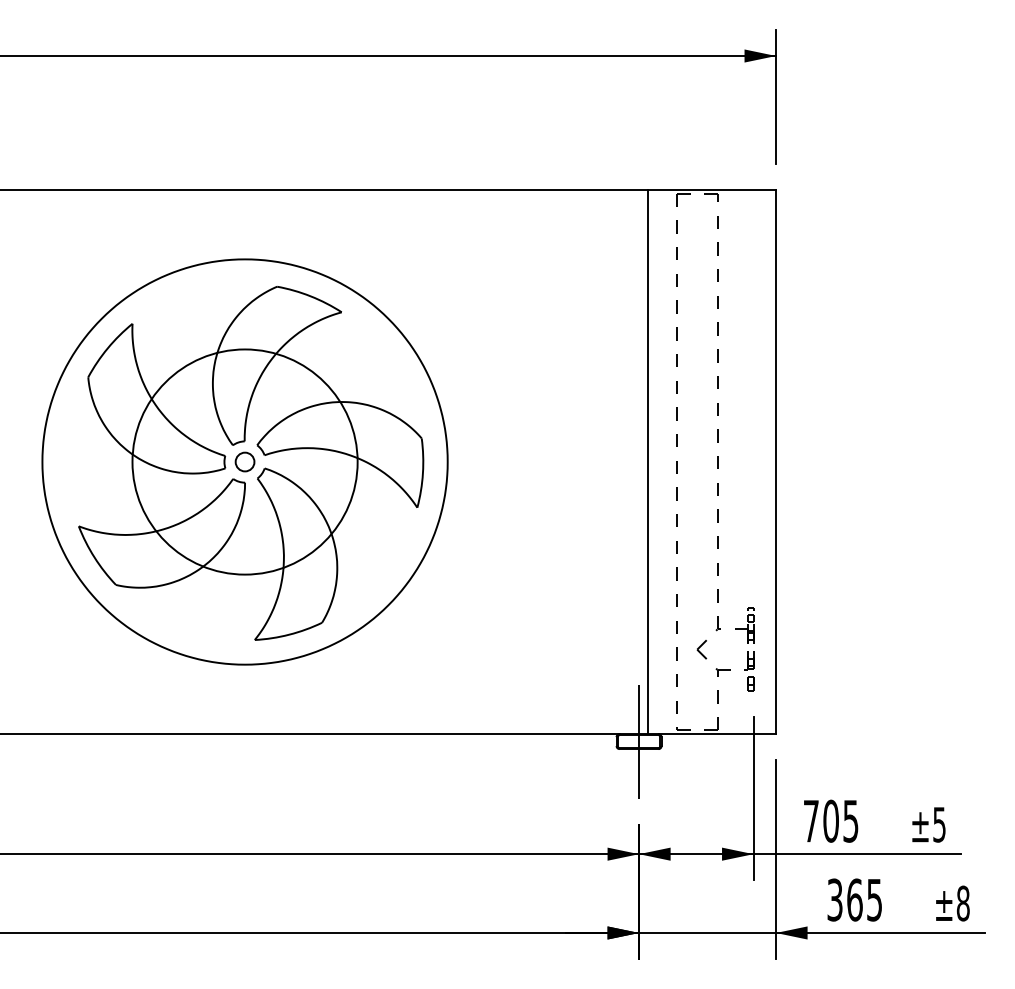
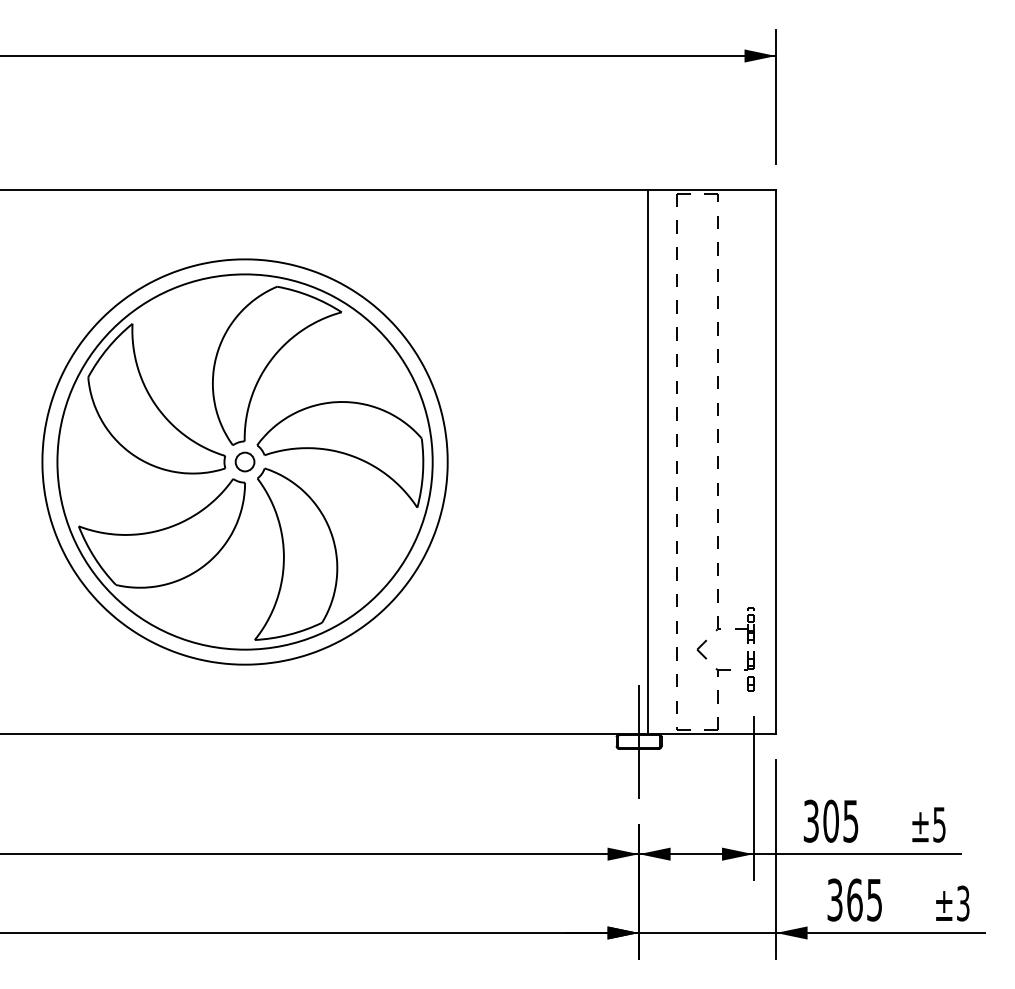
circle at (244, 461) diameter: 225 px -> 375 px
text at (810, 820): 705 -> 305
text at (962, 903): ±8 -> ±3
